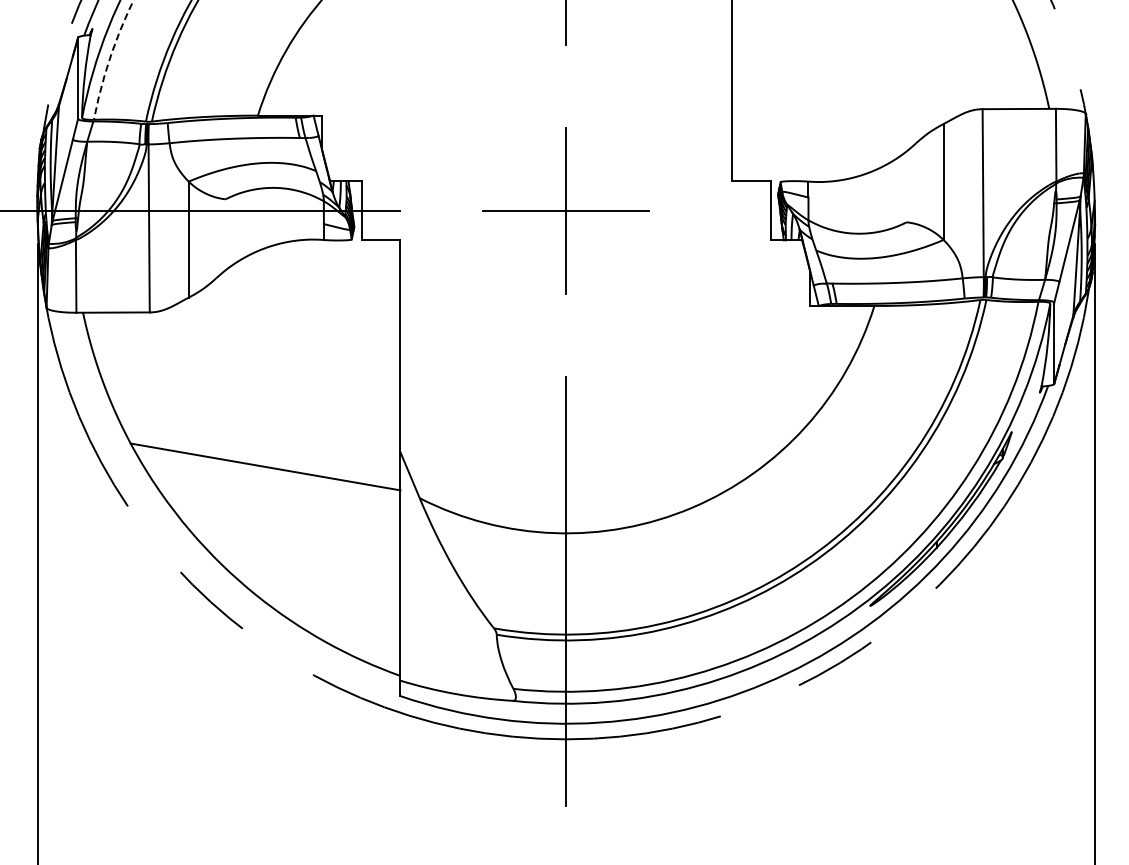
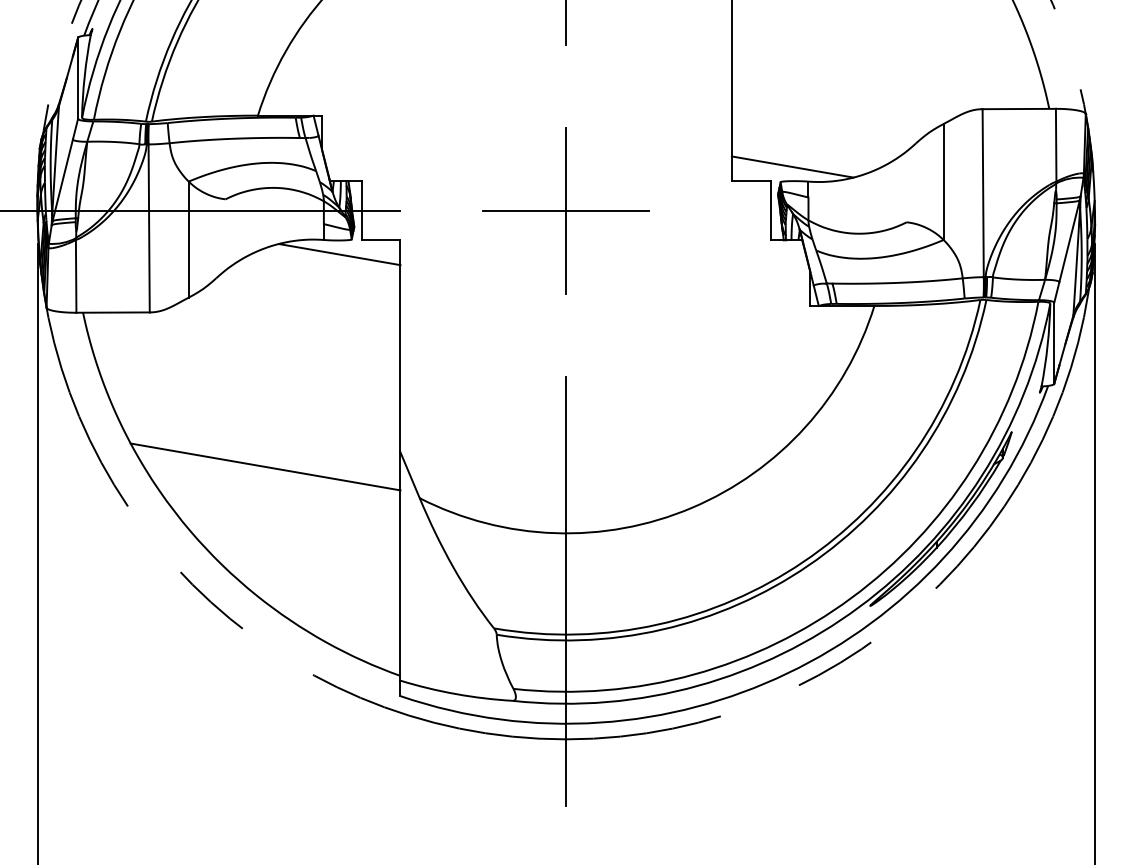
arc at (110, 58): dashed -> solid
line at (792, 166): none -> present
line at (339, 254): none -> present
